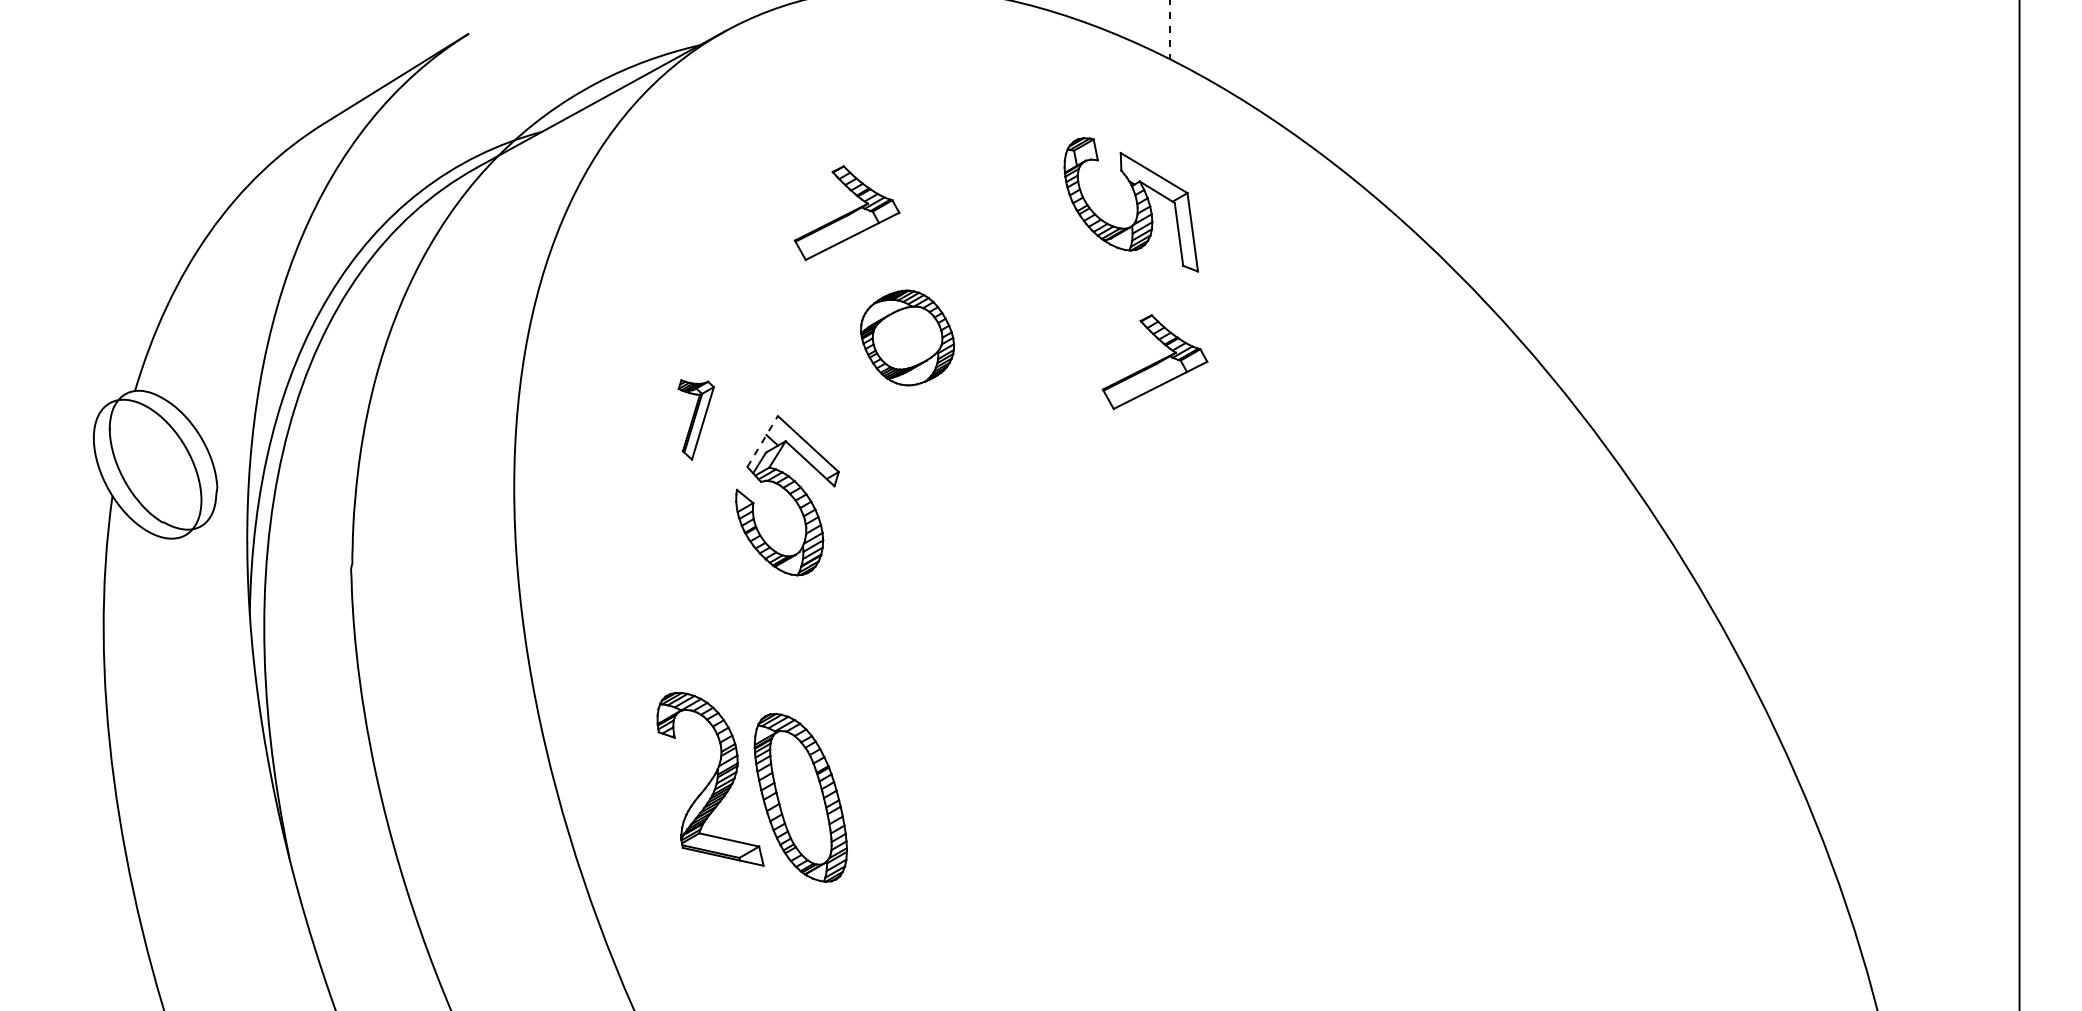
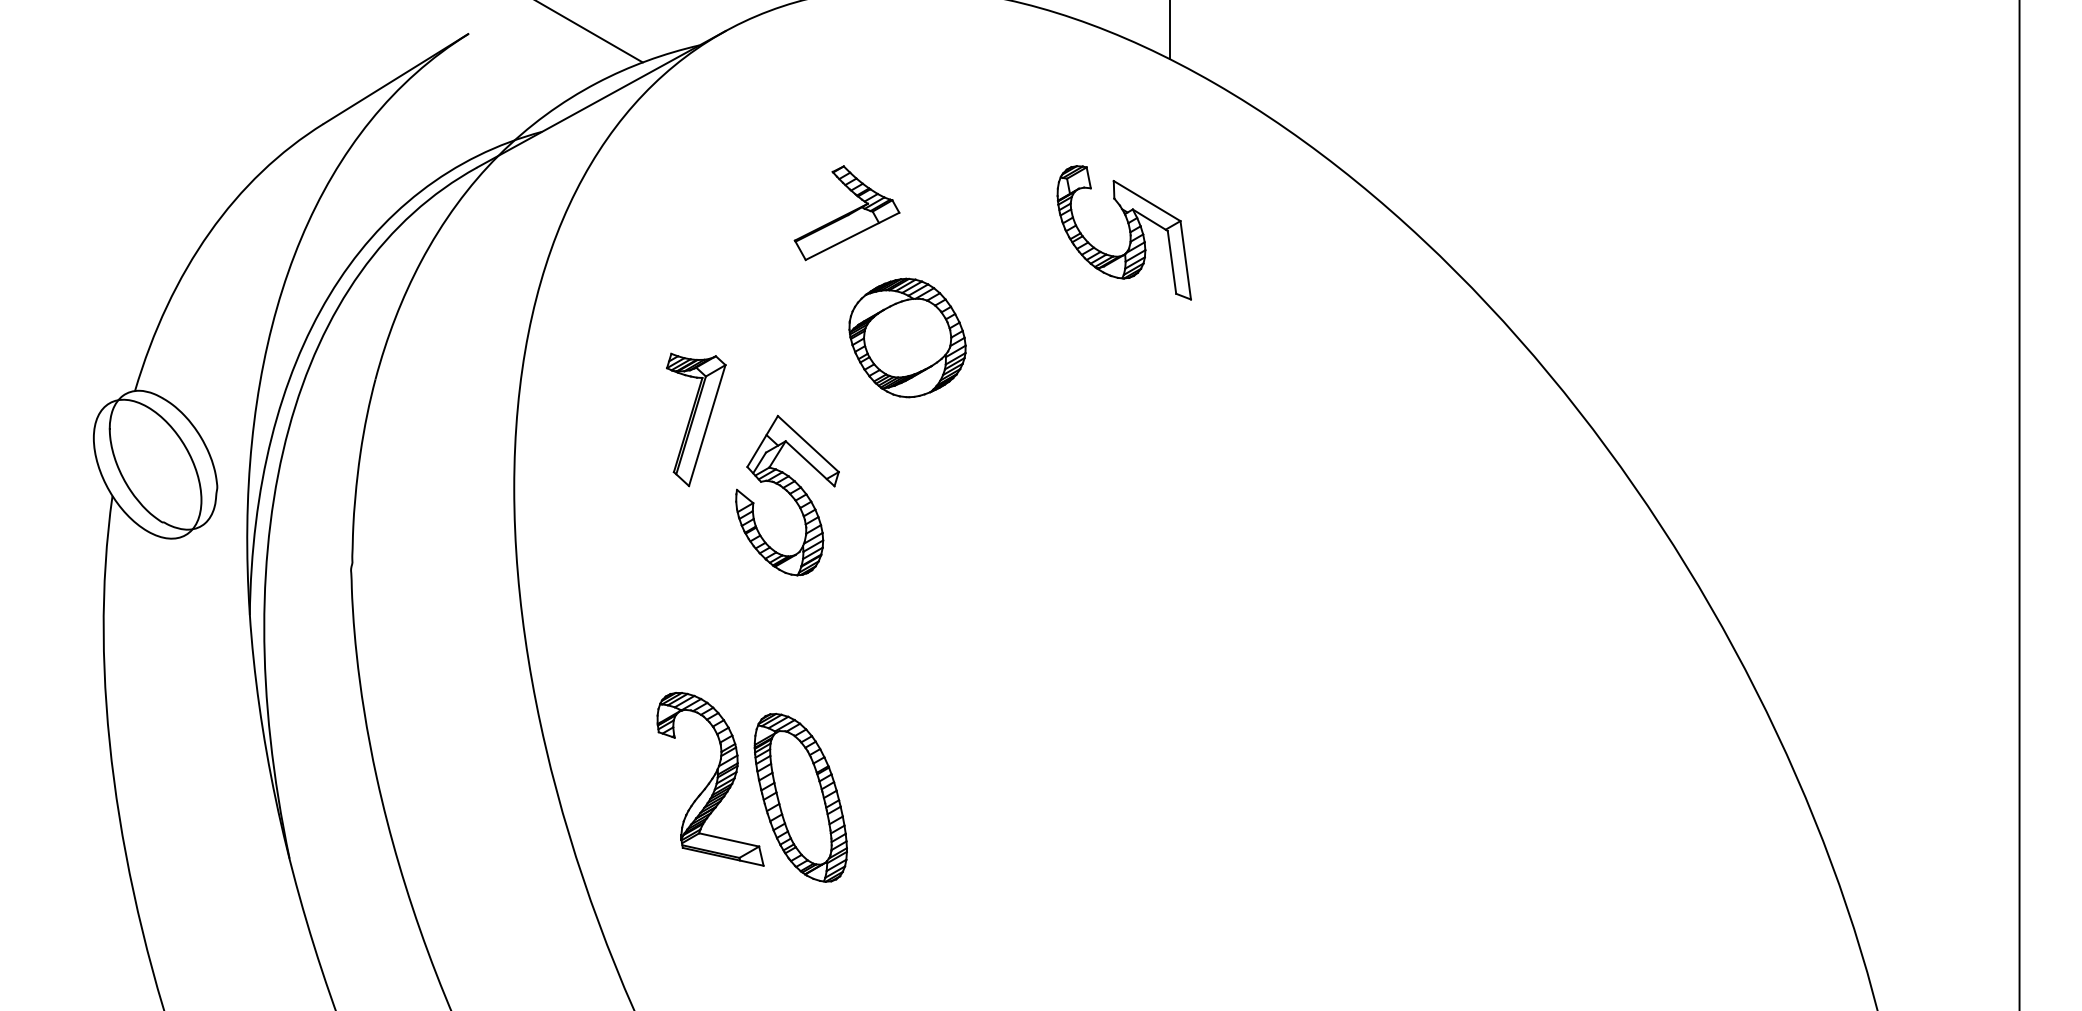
line at (1170, 29): dashed -> solid
line at (590, 32): none -> present
part at (1130, 204) position: (1130, 204) -> (1123, 232)
part at (907, 337) size: 96x98 px -> 119x122 px
part at (1154, 362): present -> none
part at (695, 419) size: 38x82 px -> 61x136 px
line at (762, 441): dashed -> solid
